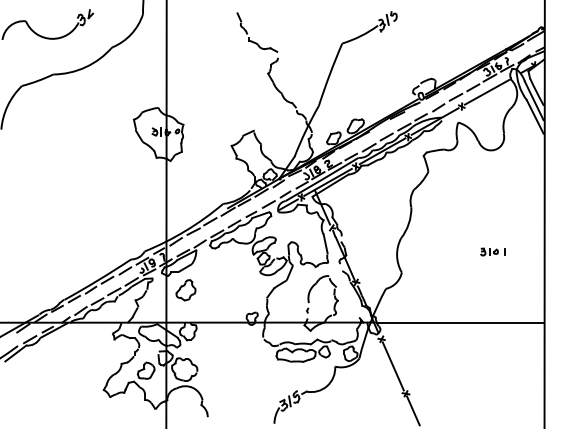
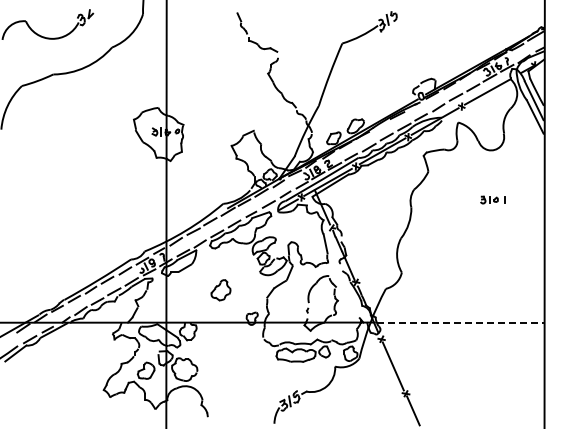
part at (492, 251) position: (492, 251) -> (492, 199)
part at (185, 290) position: (185, 290) -> (220, 290)
line at (460, 322): solid -> dashed
